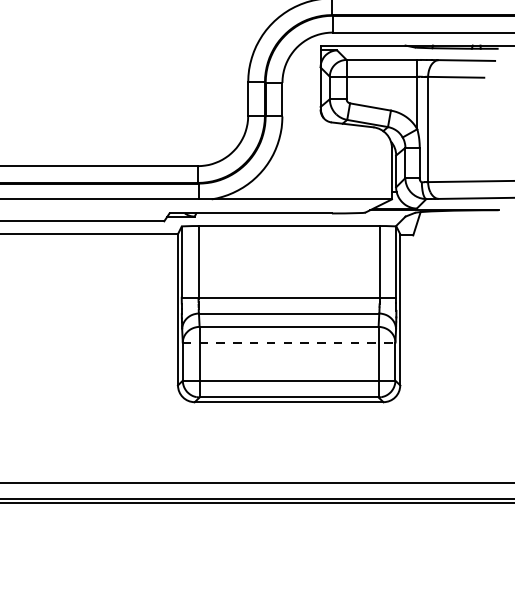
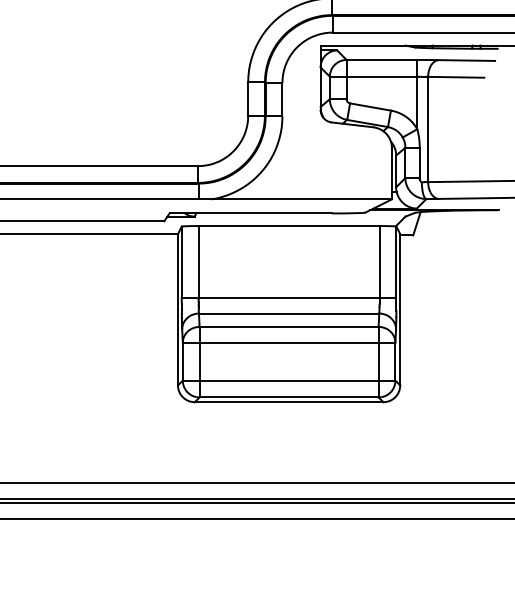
line at (289, 342): dashed -> solid
line at (256, 519): none -> present
